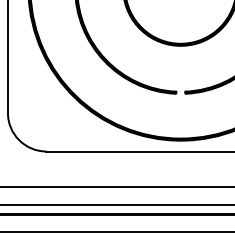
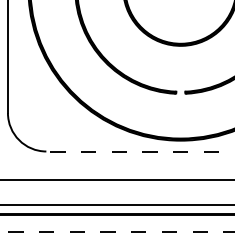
line at (140, 151): solid -> dashed
line at (116, 186) position: (116, 186) -> (116, 179)
line at (117, 231): solid -> dashed
